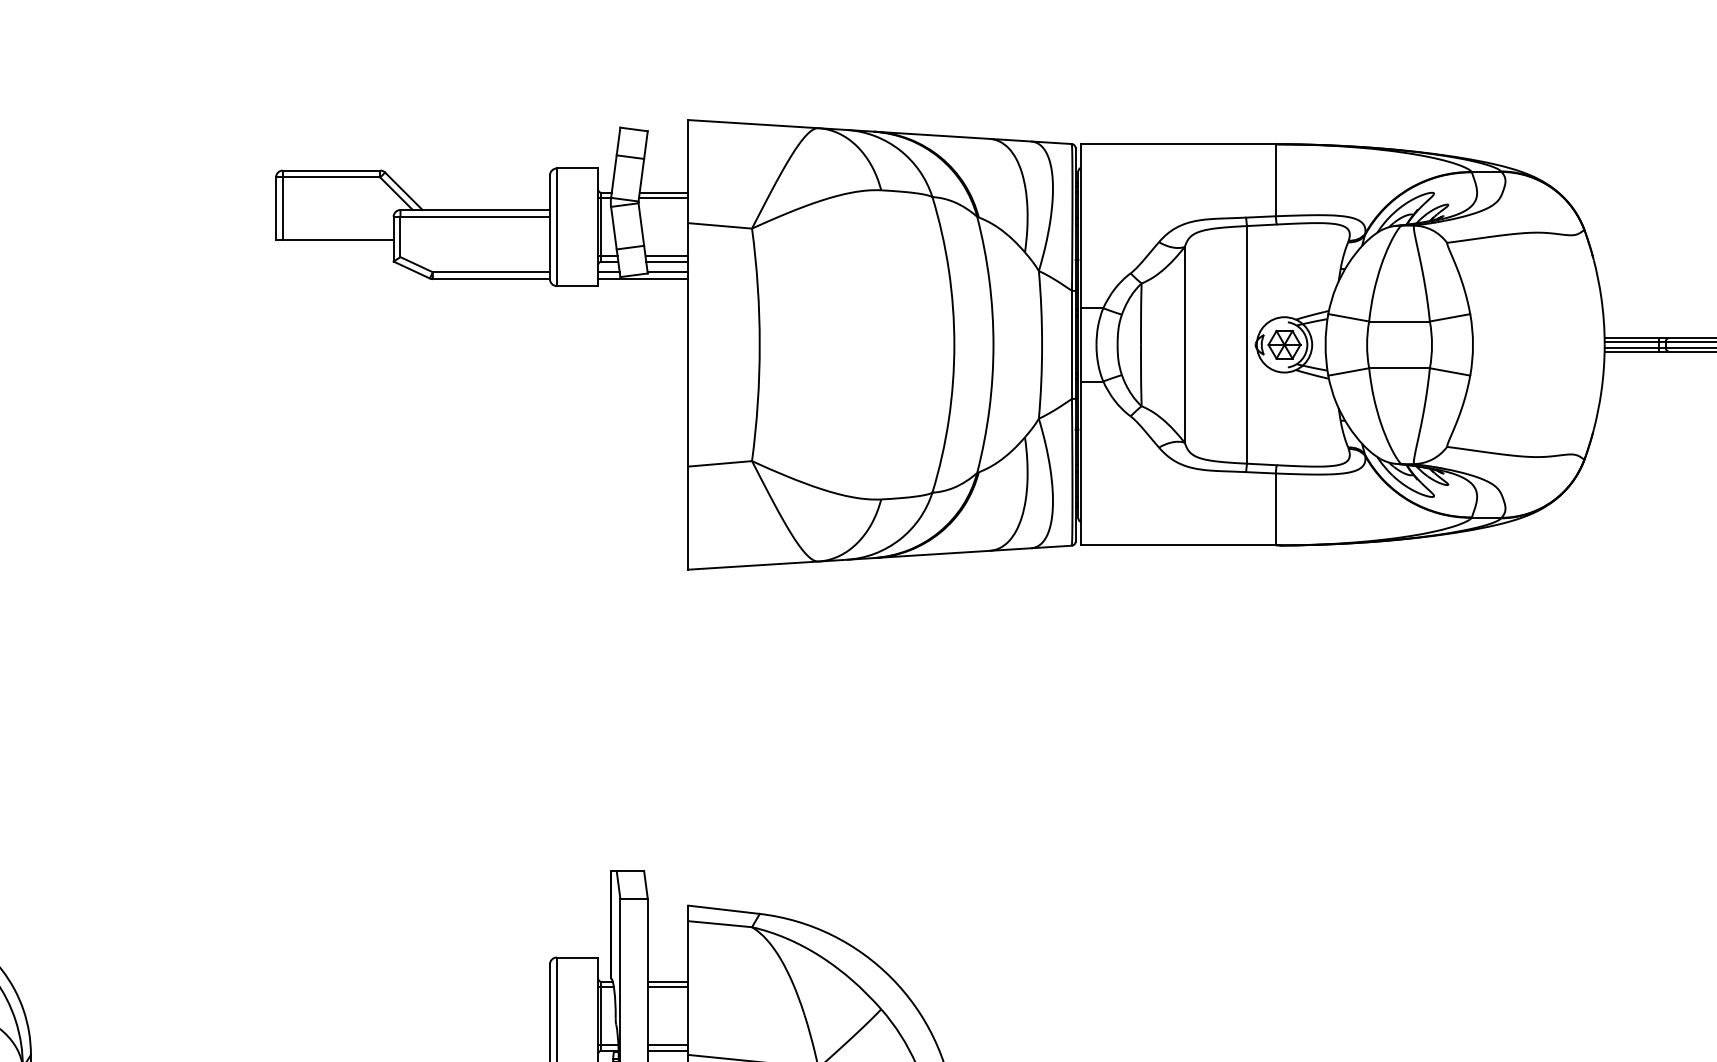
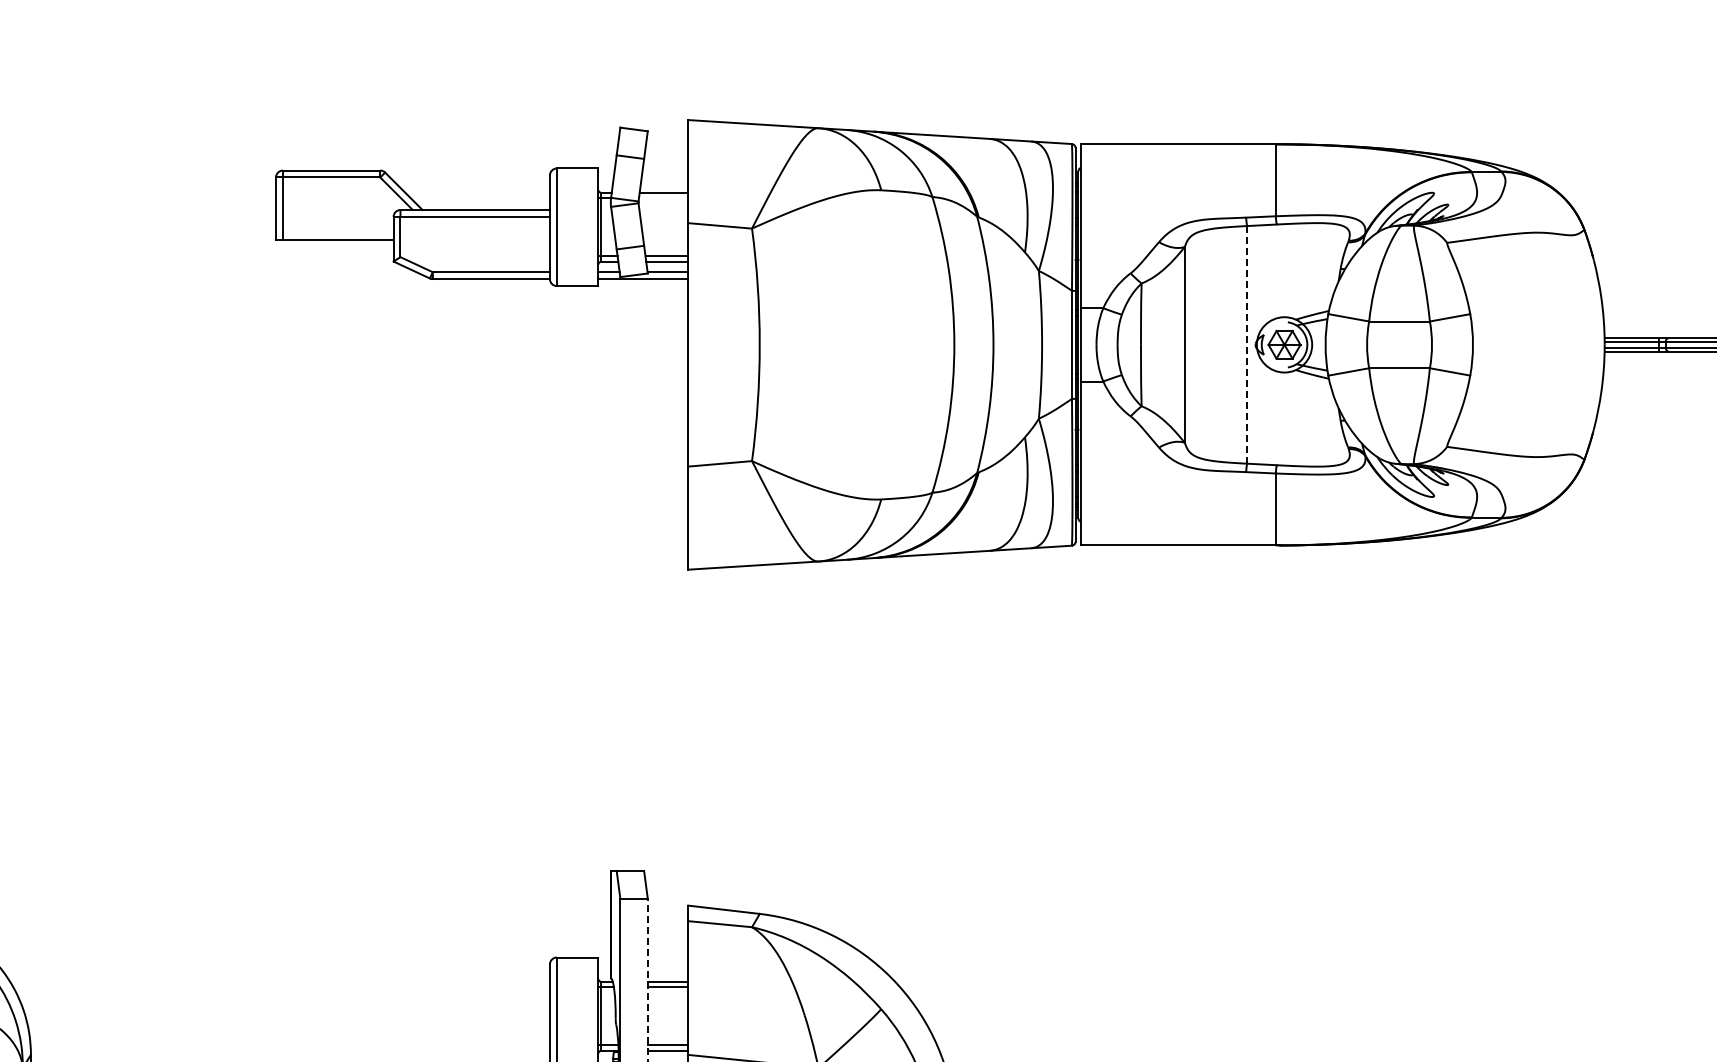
line at (663, 198): present -> none
line at (1247, 344): solid -> dashed
line at (647, 979): solid -> dashed
